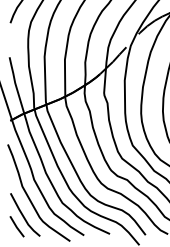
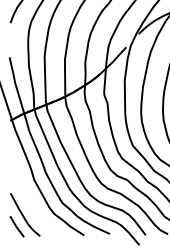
curve at (30, 198): present -> none
